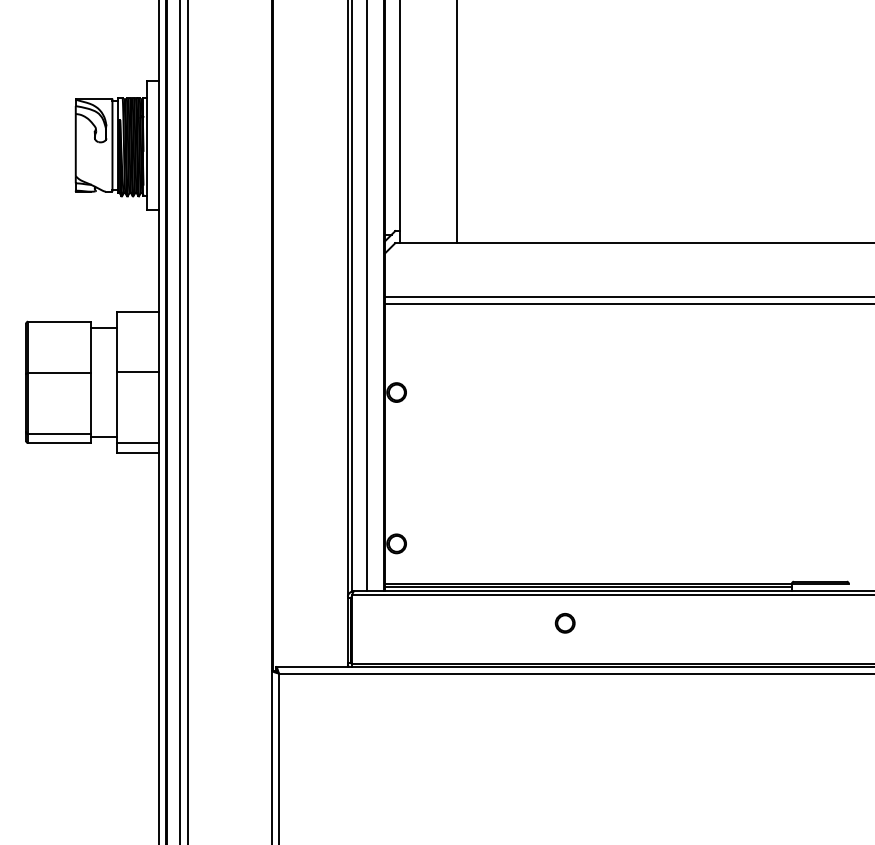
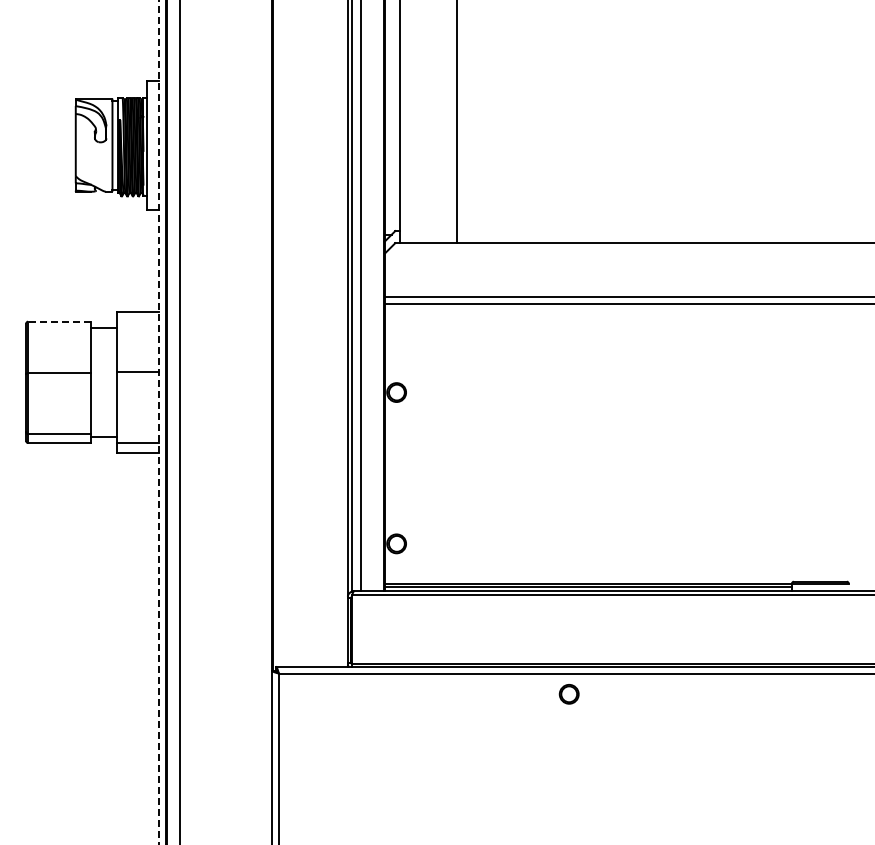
line at (366, 296) position: (366, 296) -> (360, 296)
line at (58, 321): solid -> dashed
line at (187, 421): present -> none
line at (158, 422): solid -> dashed
part at (564, 623) position: (564, 623) -> (568, 694)
